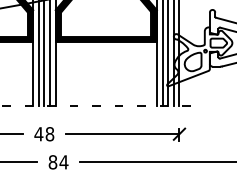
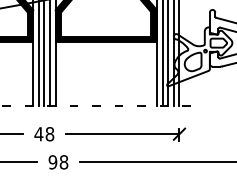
text at (58, 162): 84 -> 98
